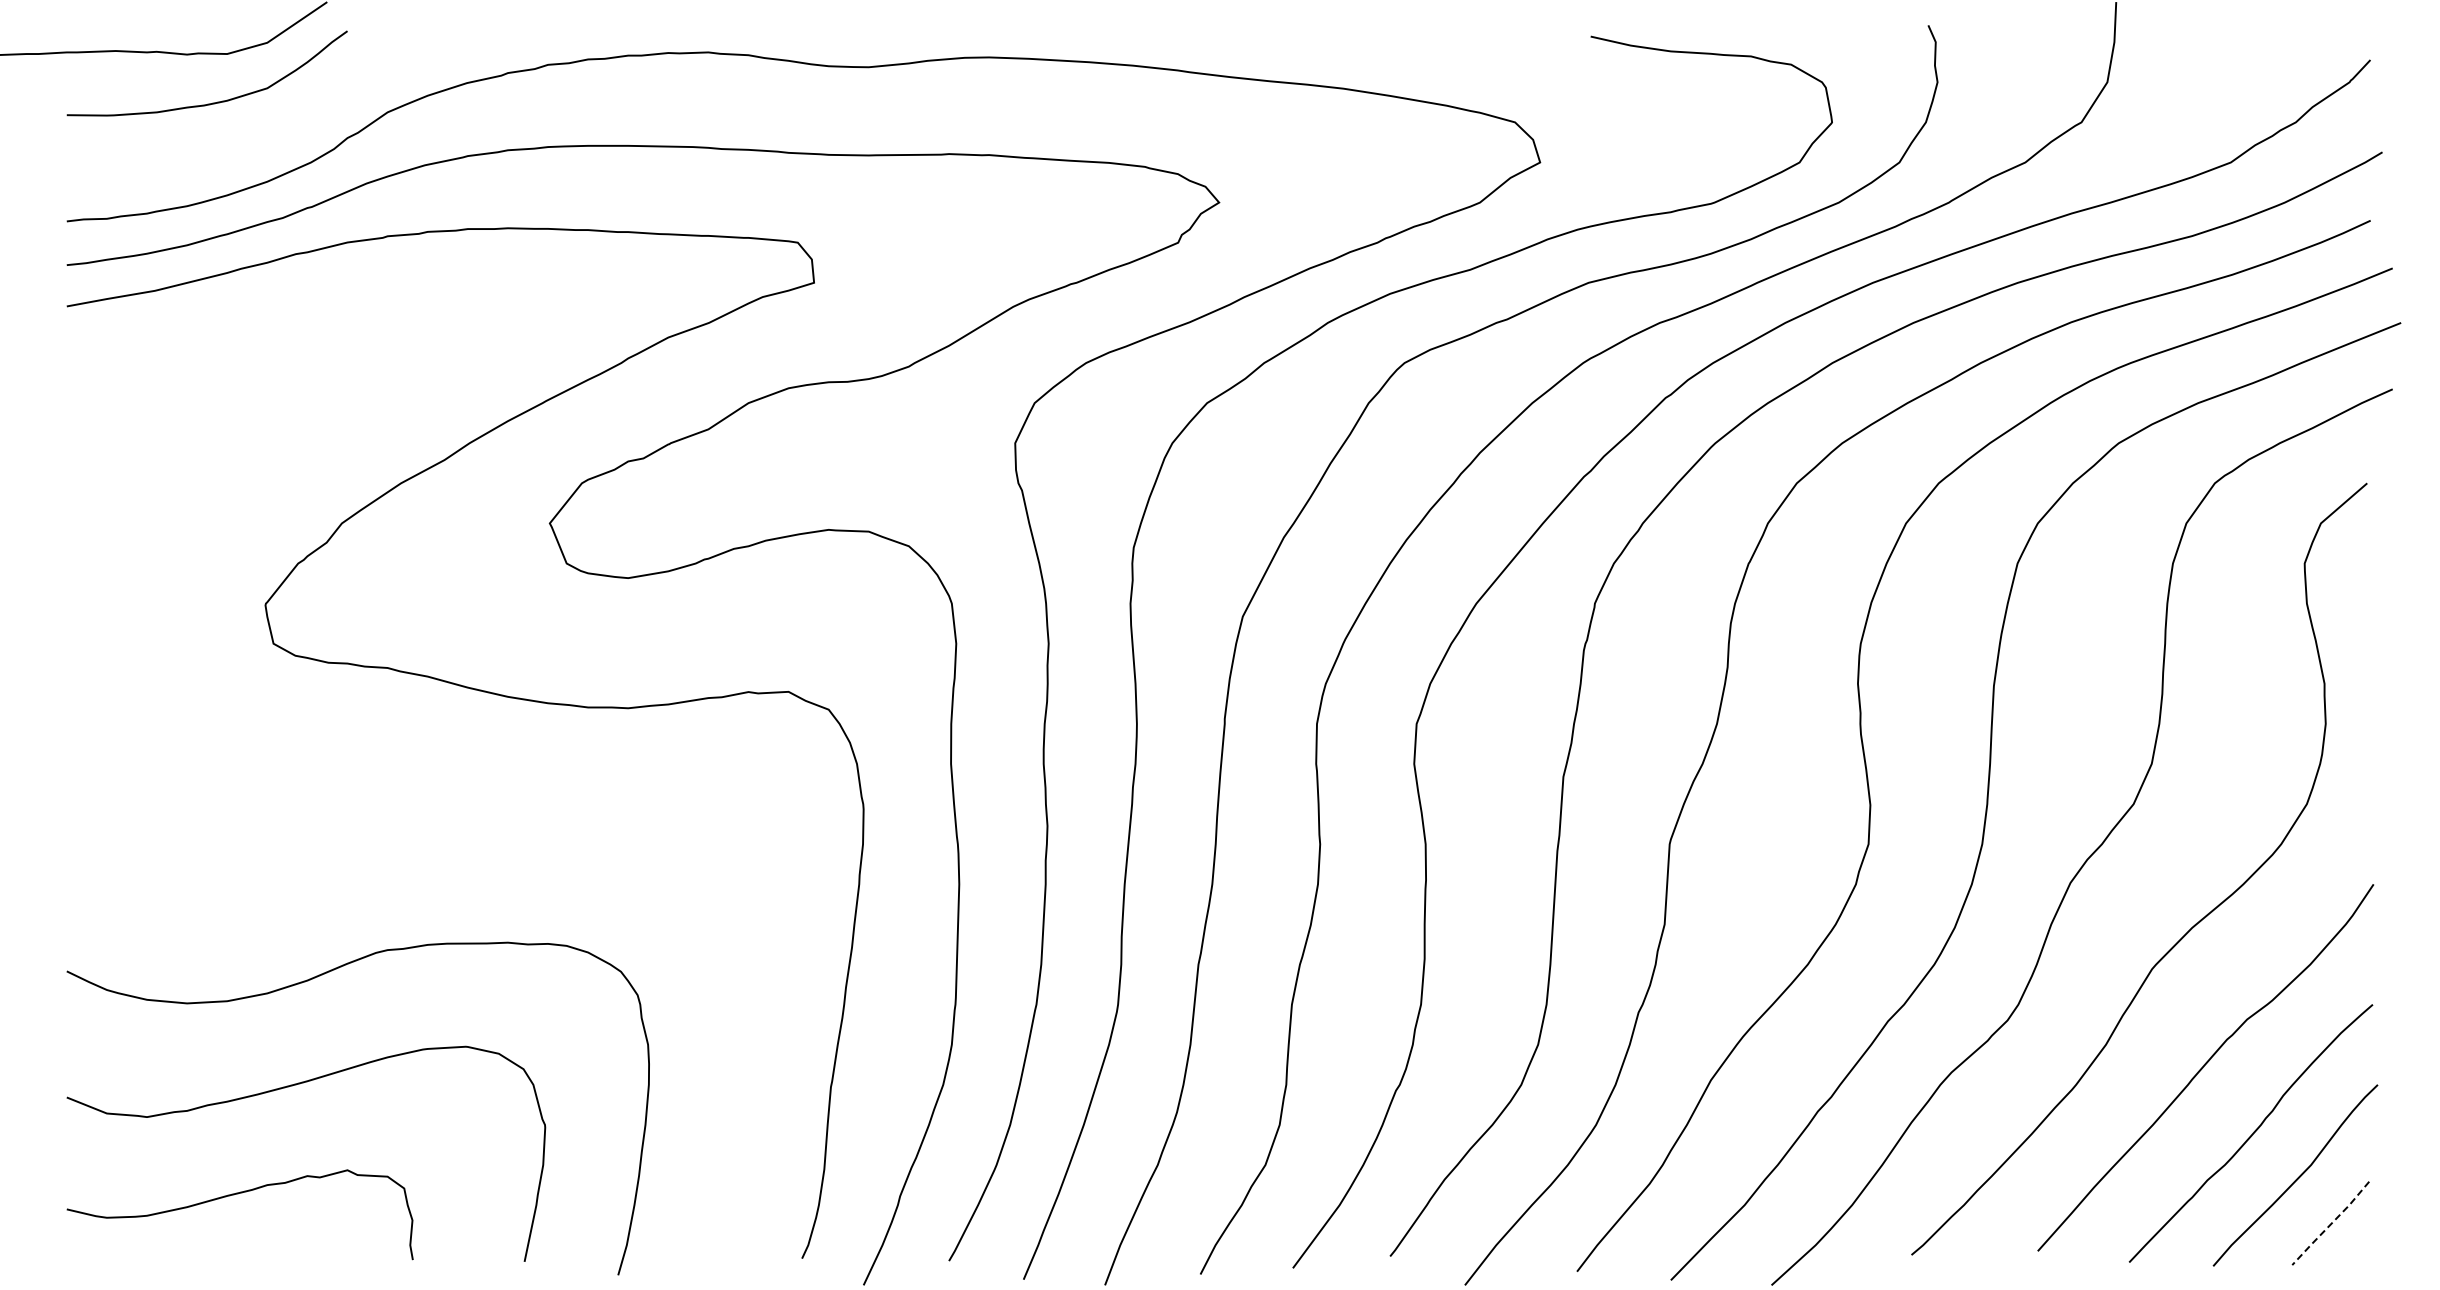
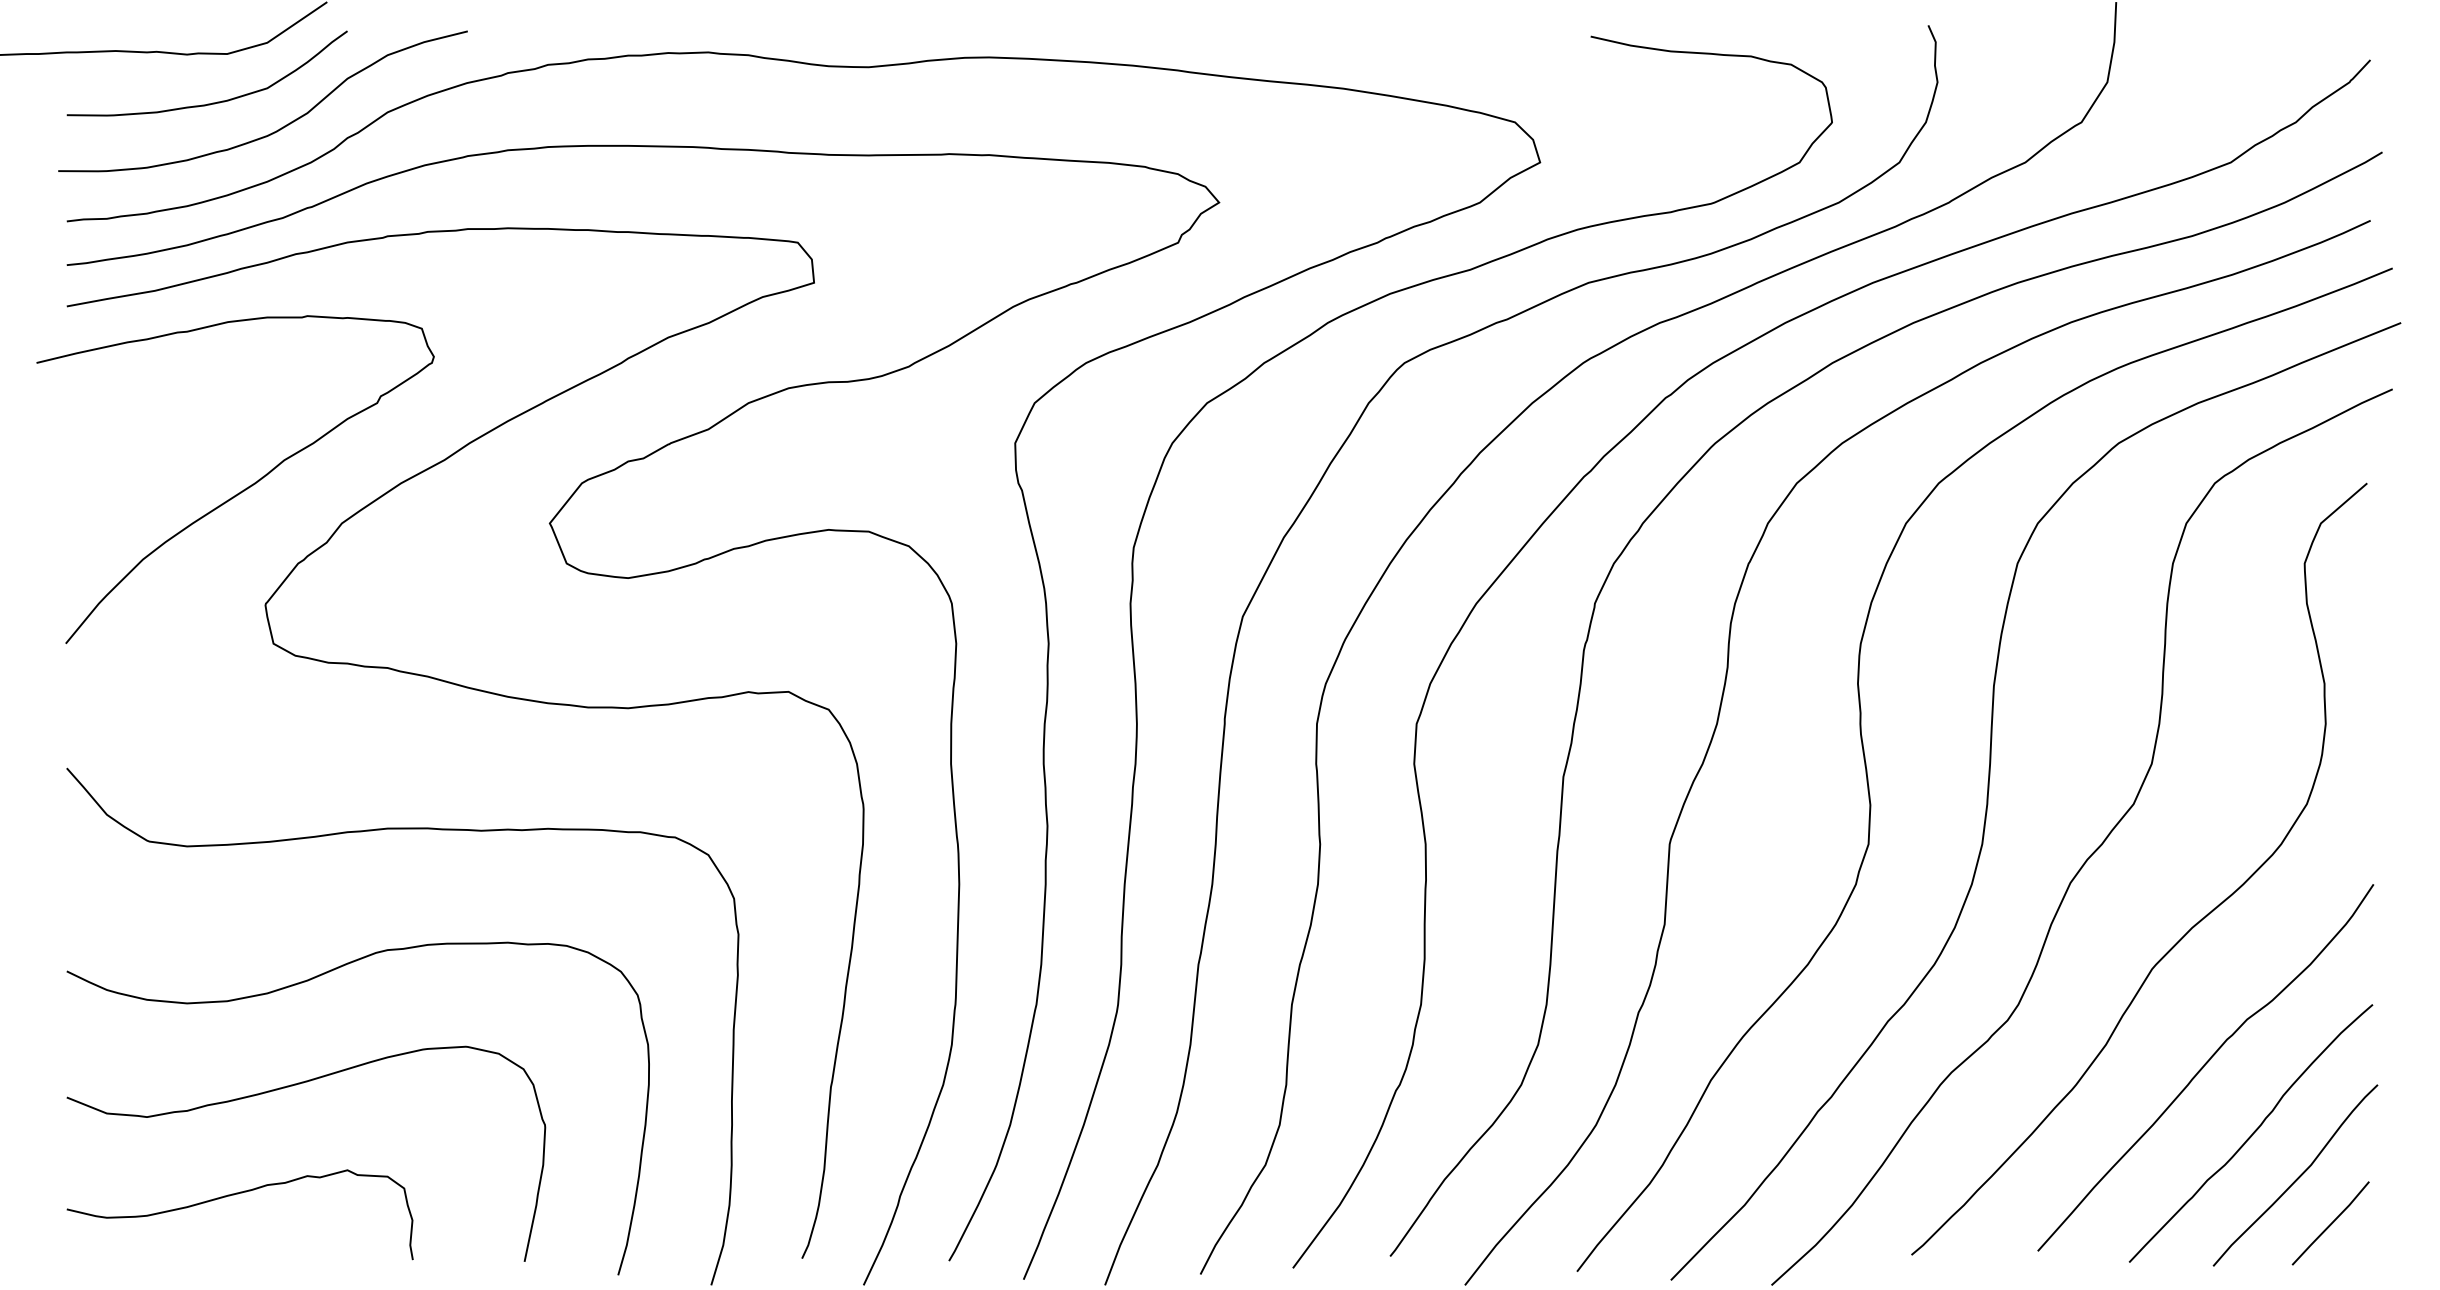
curve at (279, 128): none -> present
curve at (243, 489): none -> present
curve at (402, 829): none -> present
line at (2330, 1224): dashed -> solid
